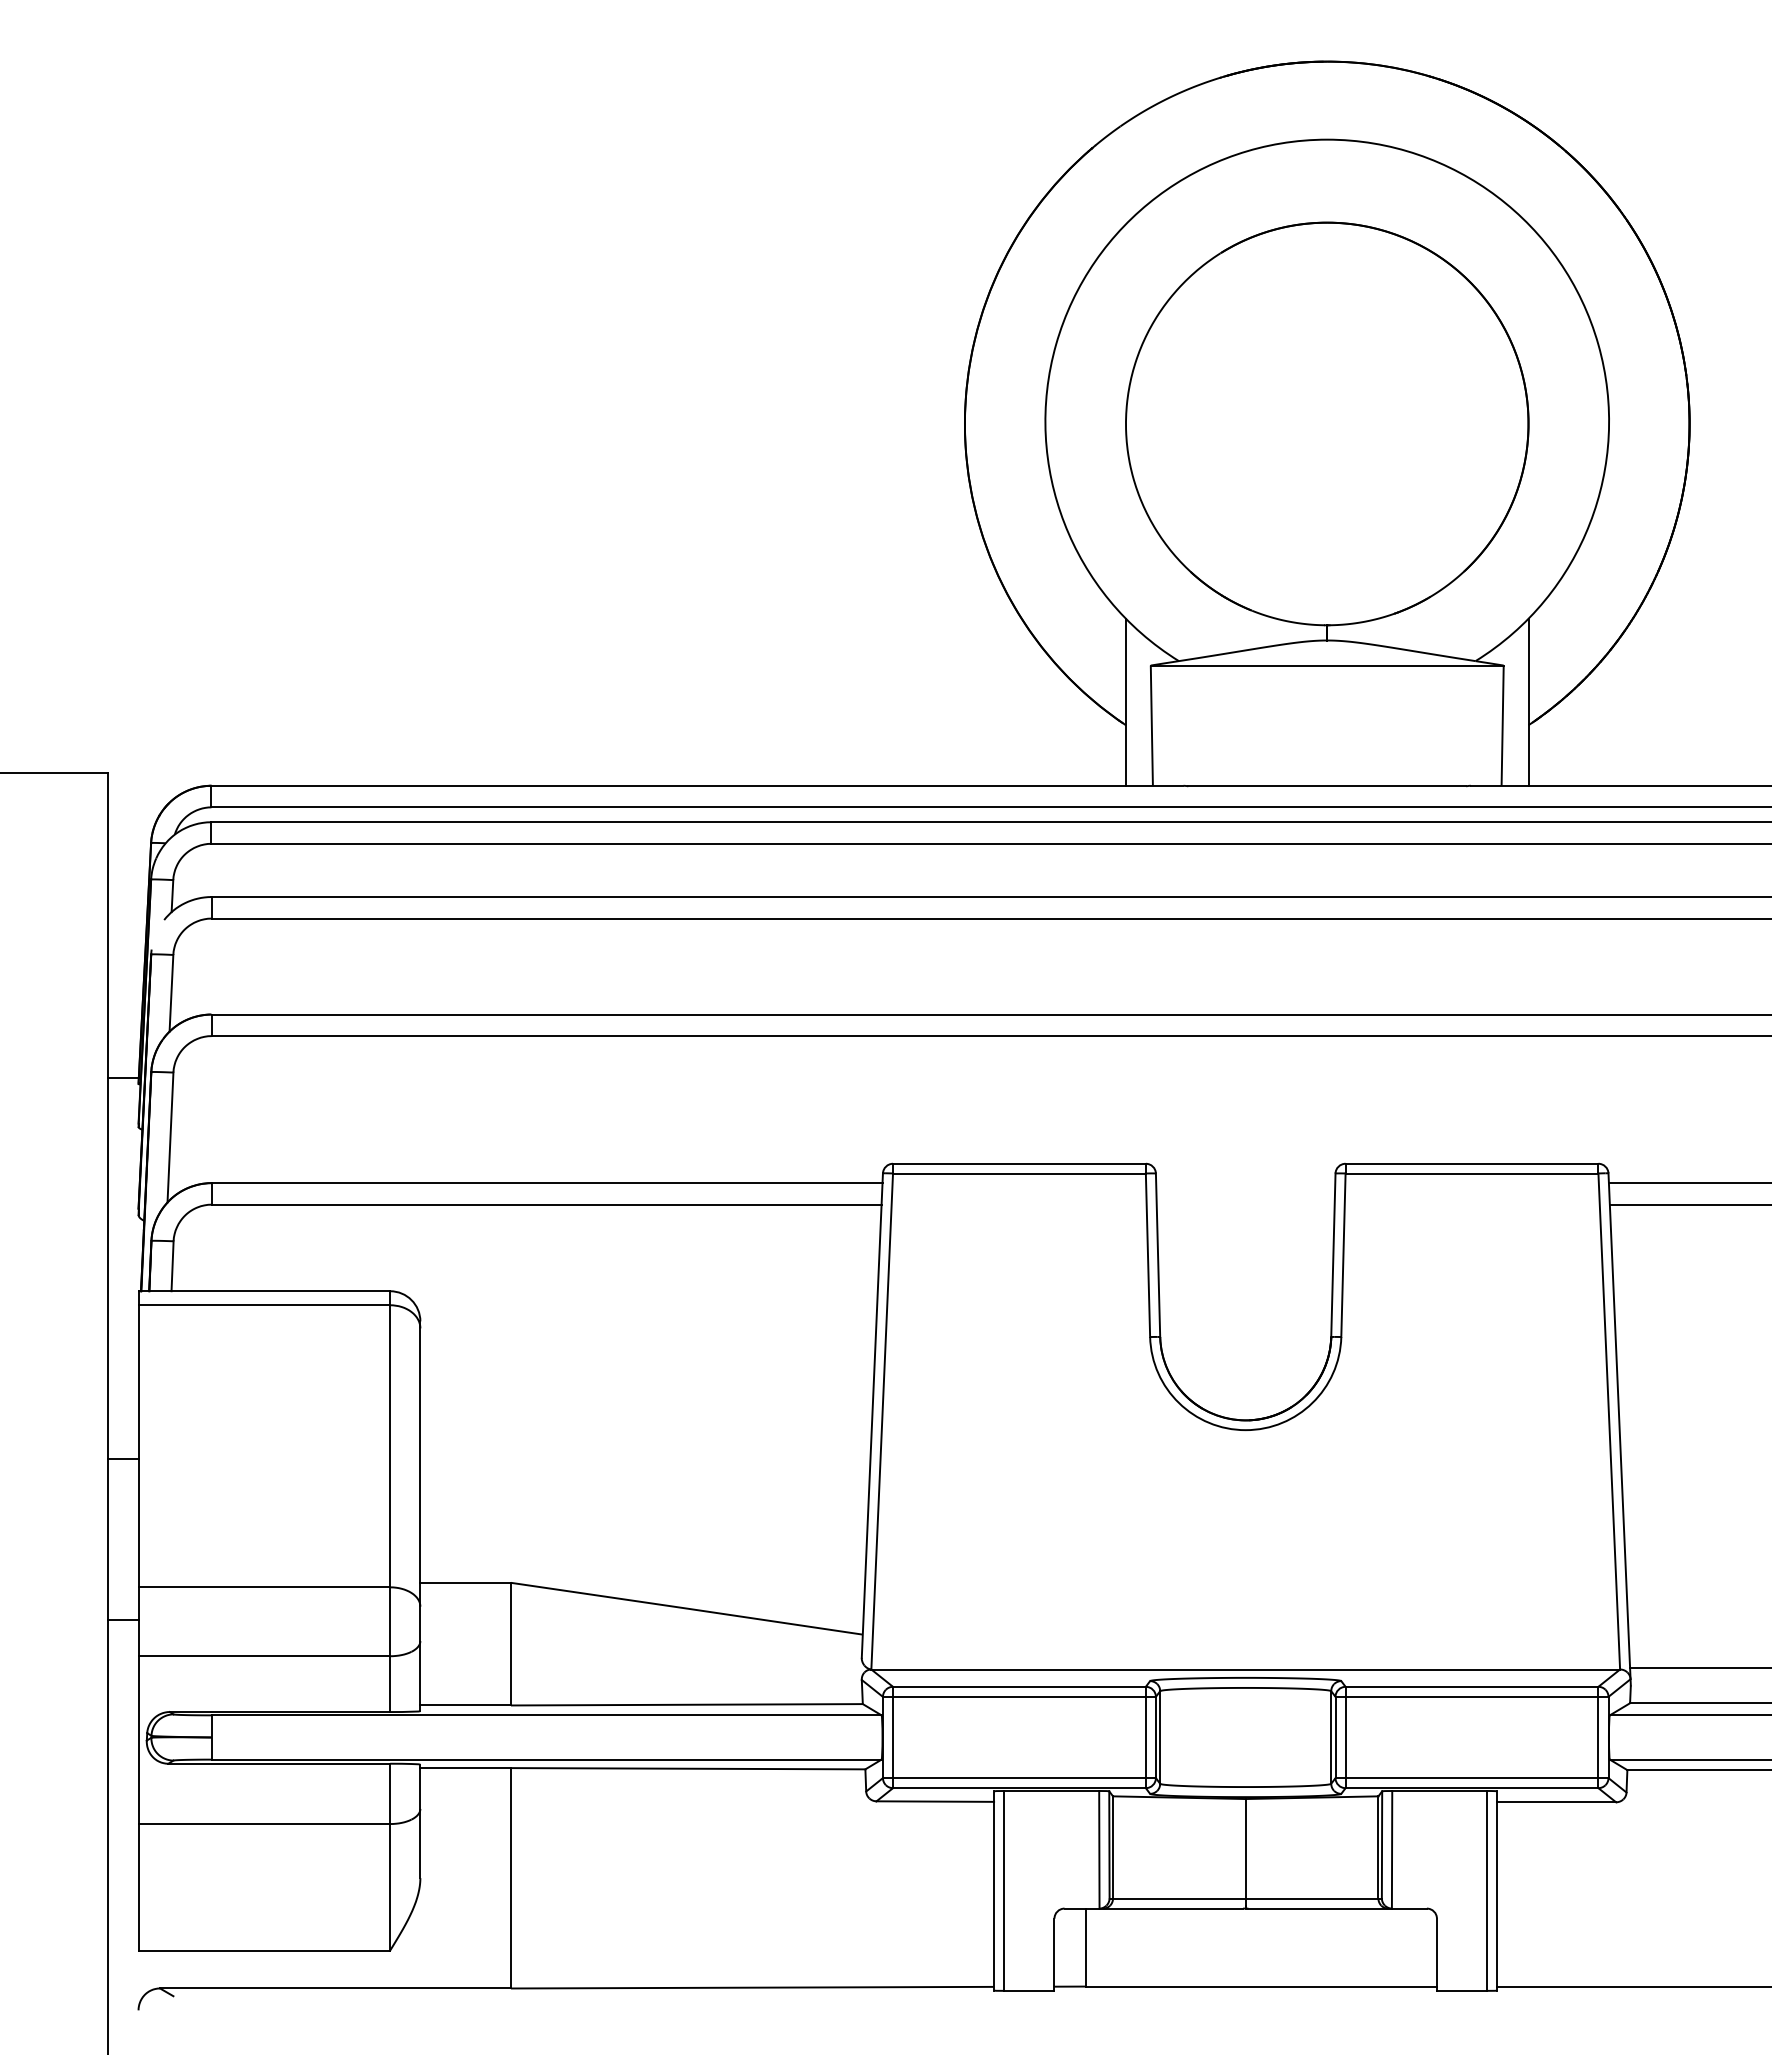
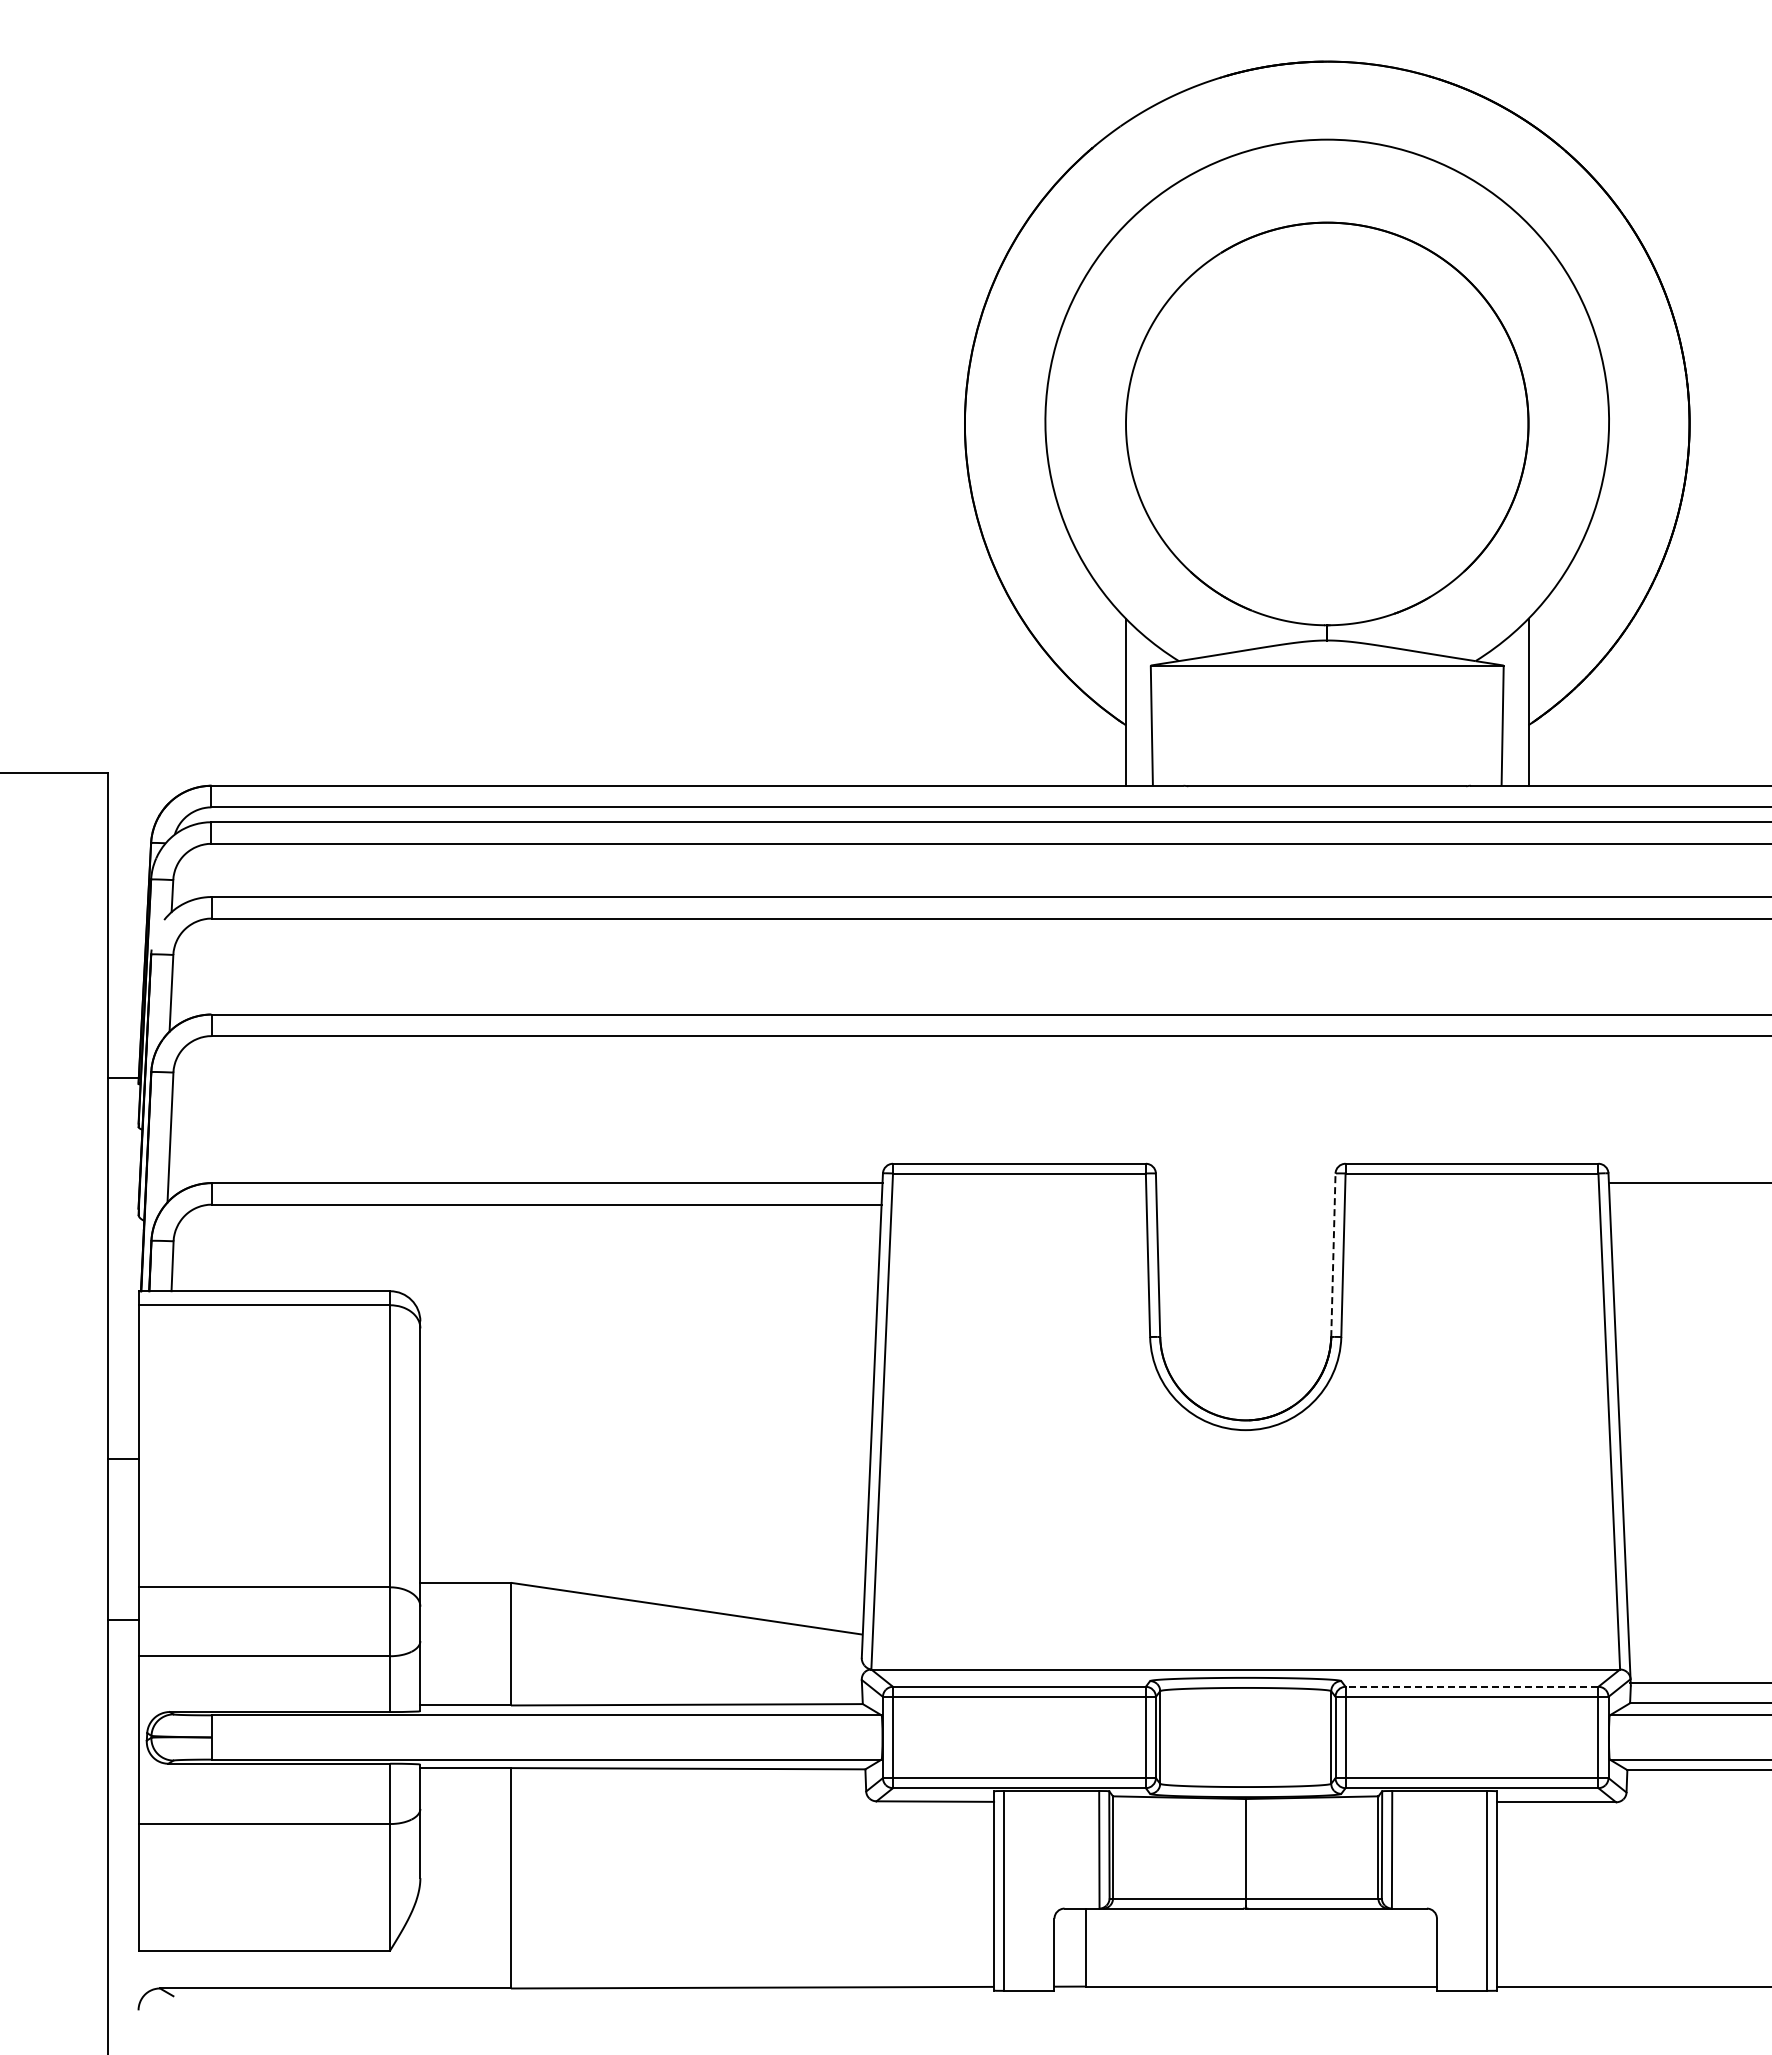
line at (1688, 1204): present -> none
line at (1333, 1255): solid -> dashed
line at (1699, 1667) position: (1699, 1667) -> (1699, 1682)
line at (1471, 1686): solid -> dashed
